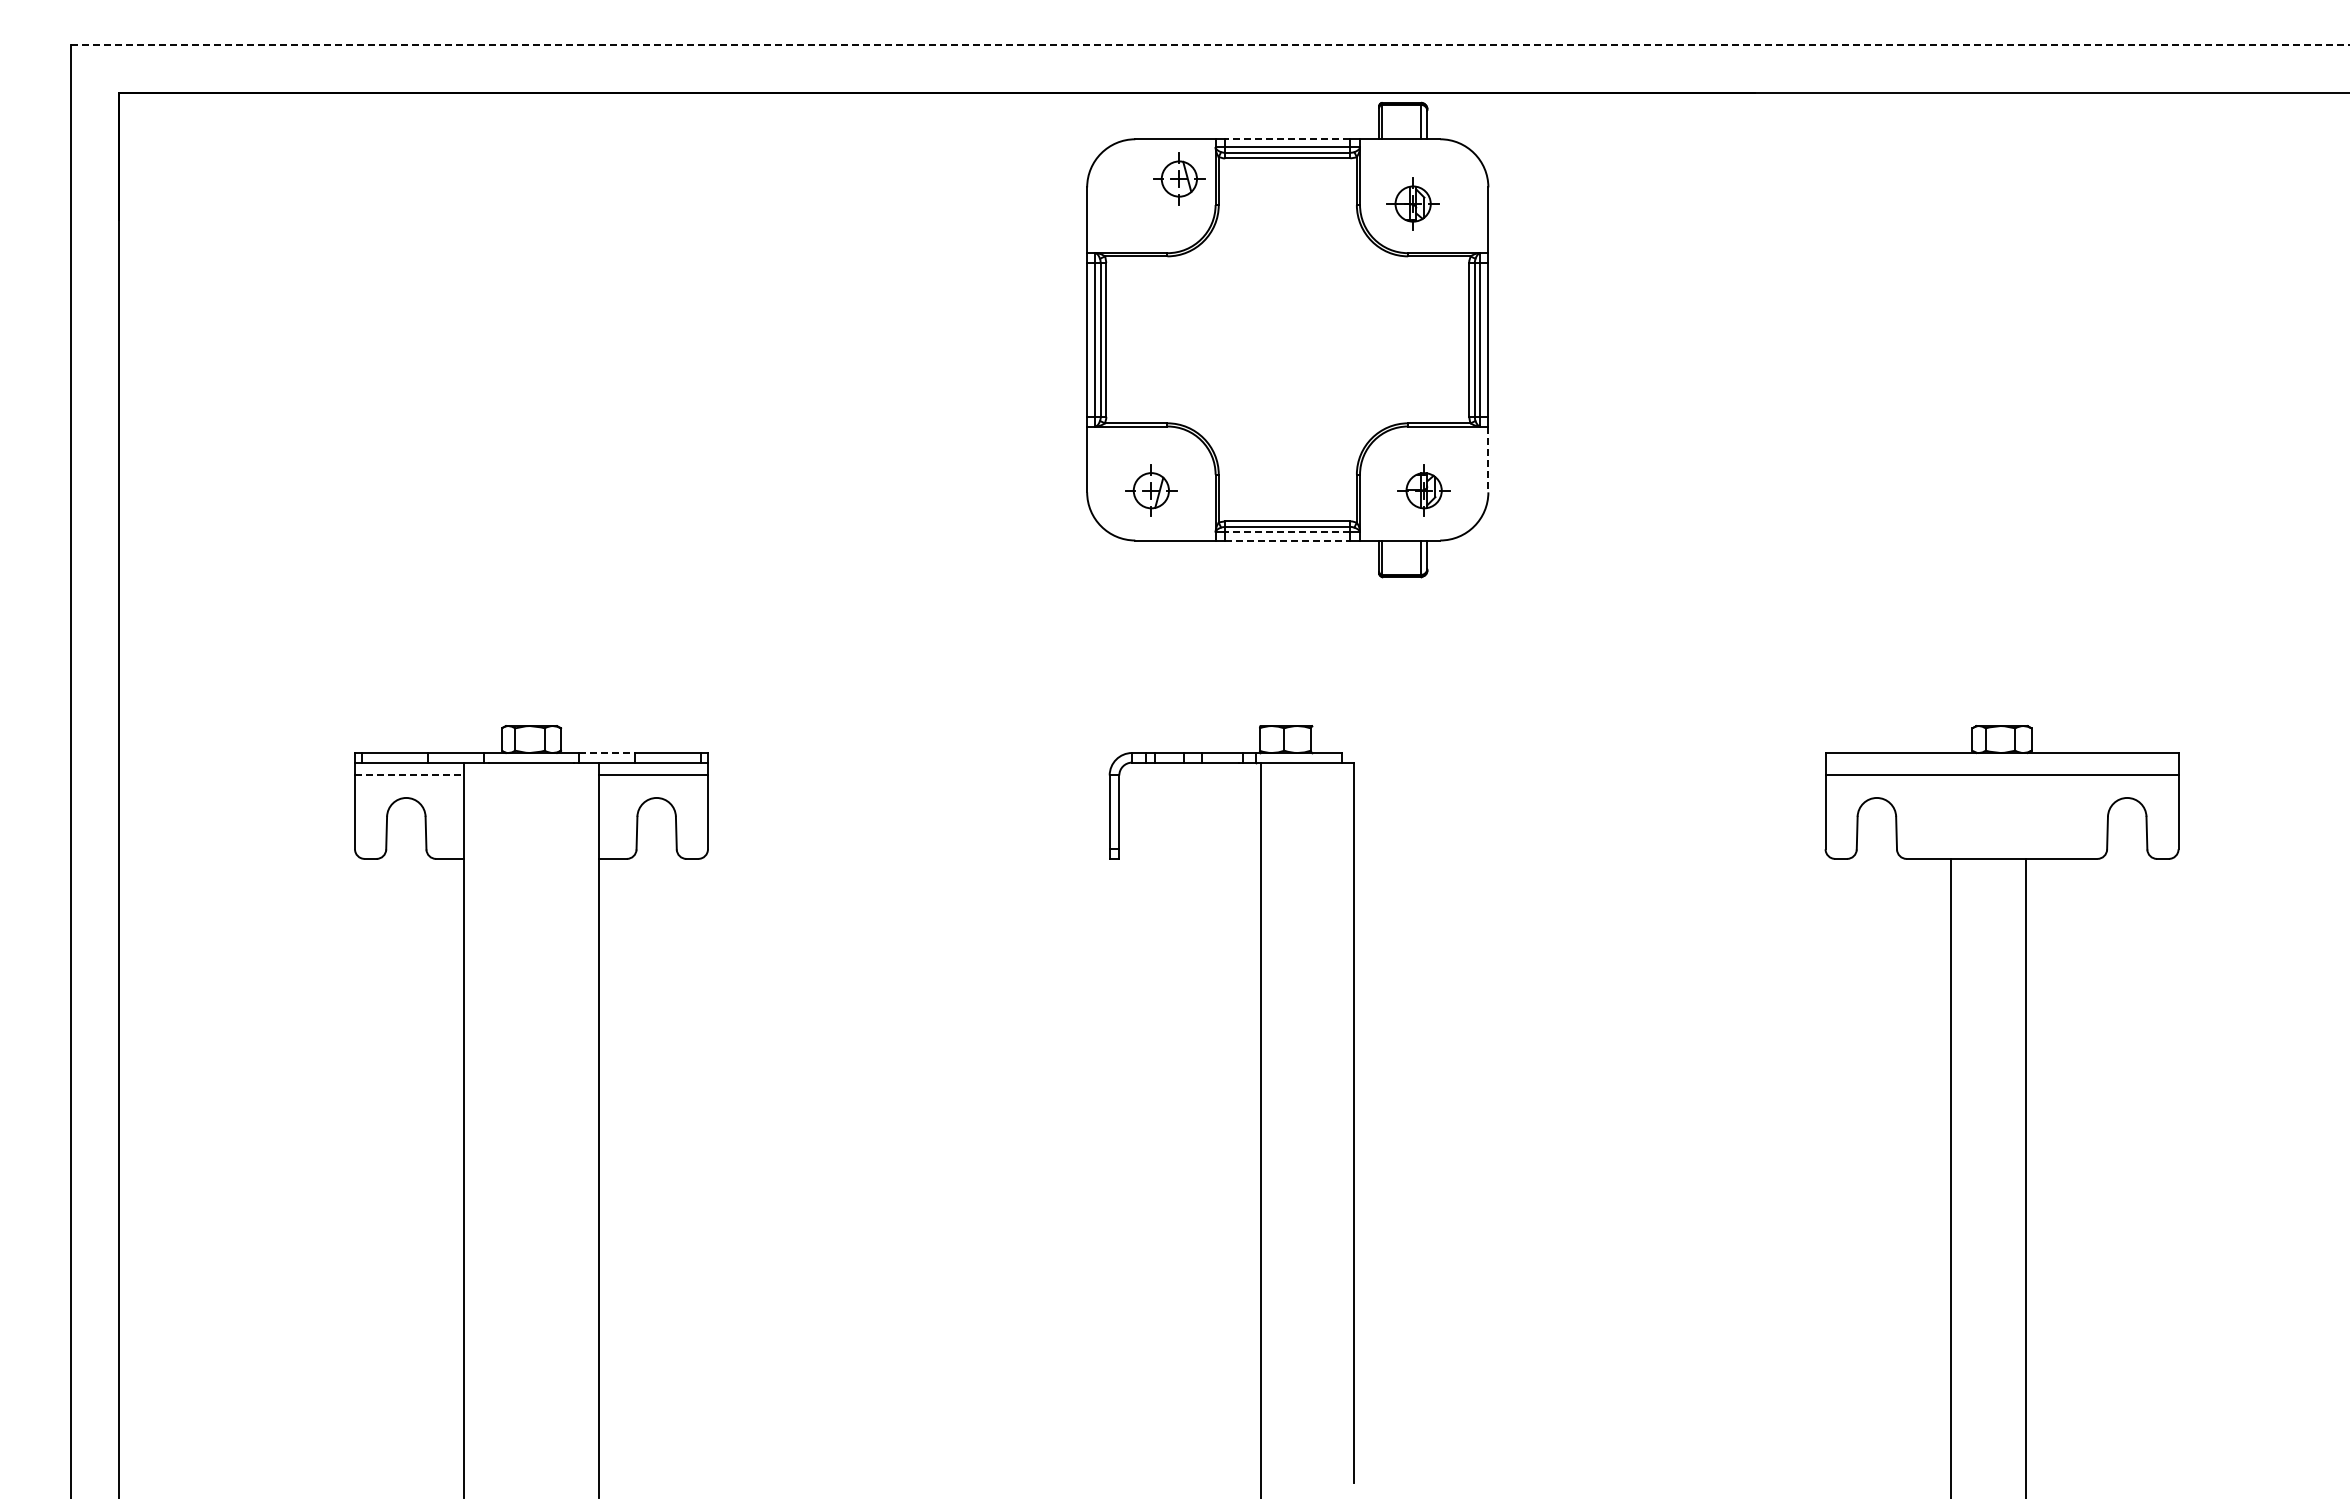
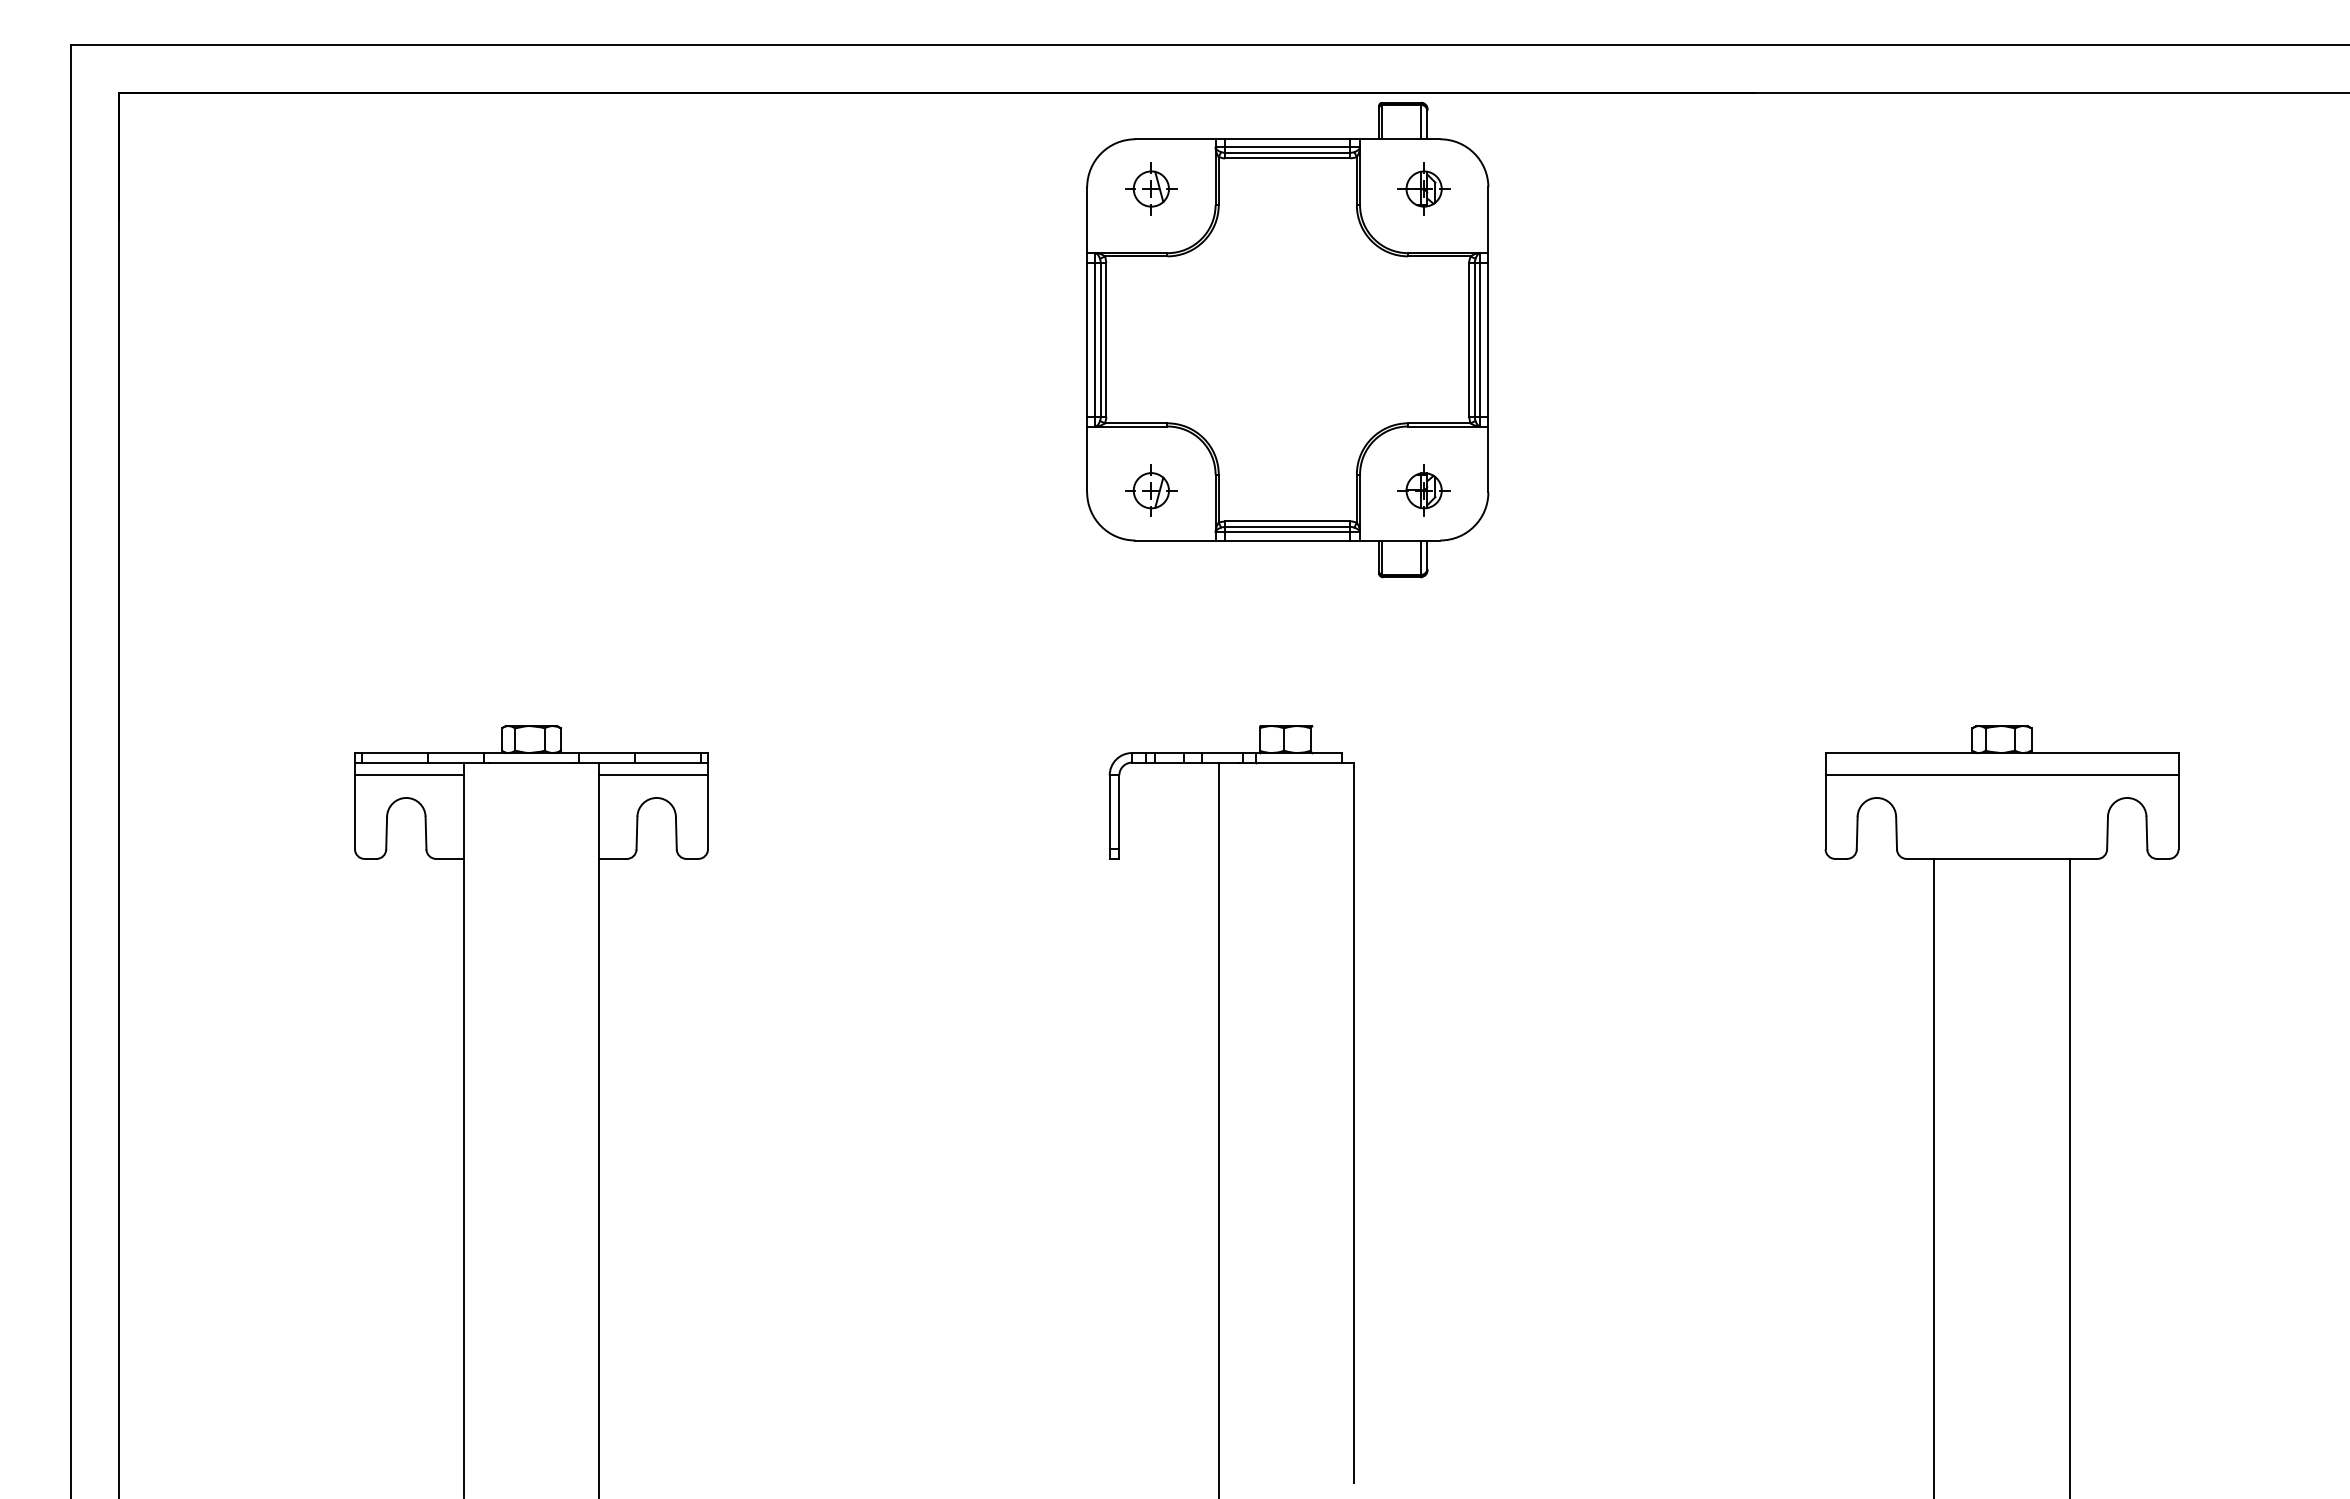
line at (1210, 44): dashed -> solid
line at (1287, 139): dashed -> solid
part at (1179, 178) position: (1179, 178) -> (1151, 188)
part at (1412, 203) position: (1412, 203) -> (1423, 188)
line at (1488, 459): dashed -> solid
line at (1287, 532): dashed -> solid
line at (1287, 540): dashed -> solid
line at (607, 753): dashed -> solid
line at (409, 775): dashed -> solid
line at (1260, 1128) position: (1260, 1128) -> (1218, 1128)
line at (1951, 1176) position: (1951, 1176) -> (1934, 1176)
line at (2025, 1176) position: (2025, 1176) -> (2069, 1176)
